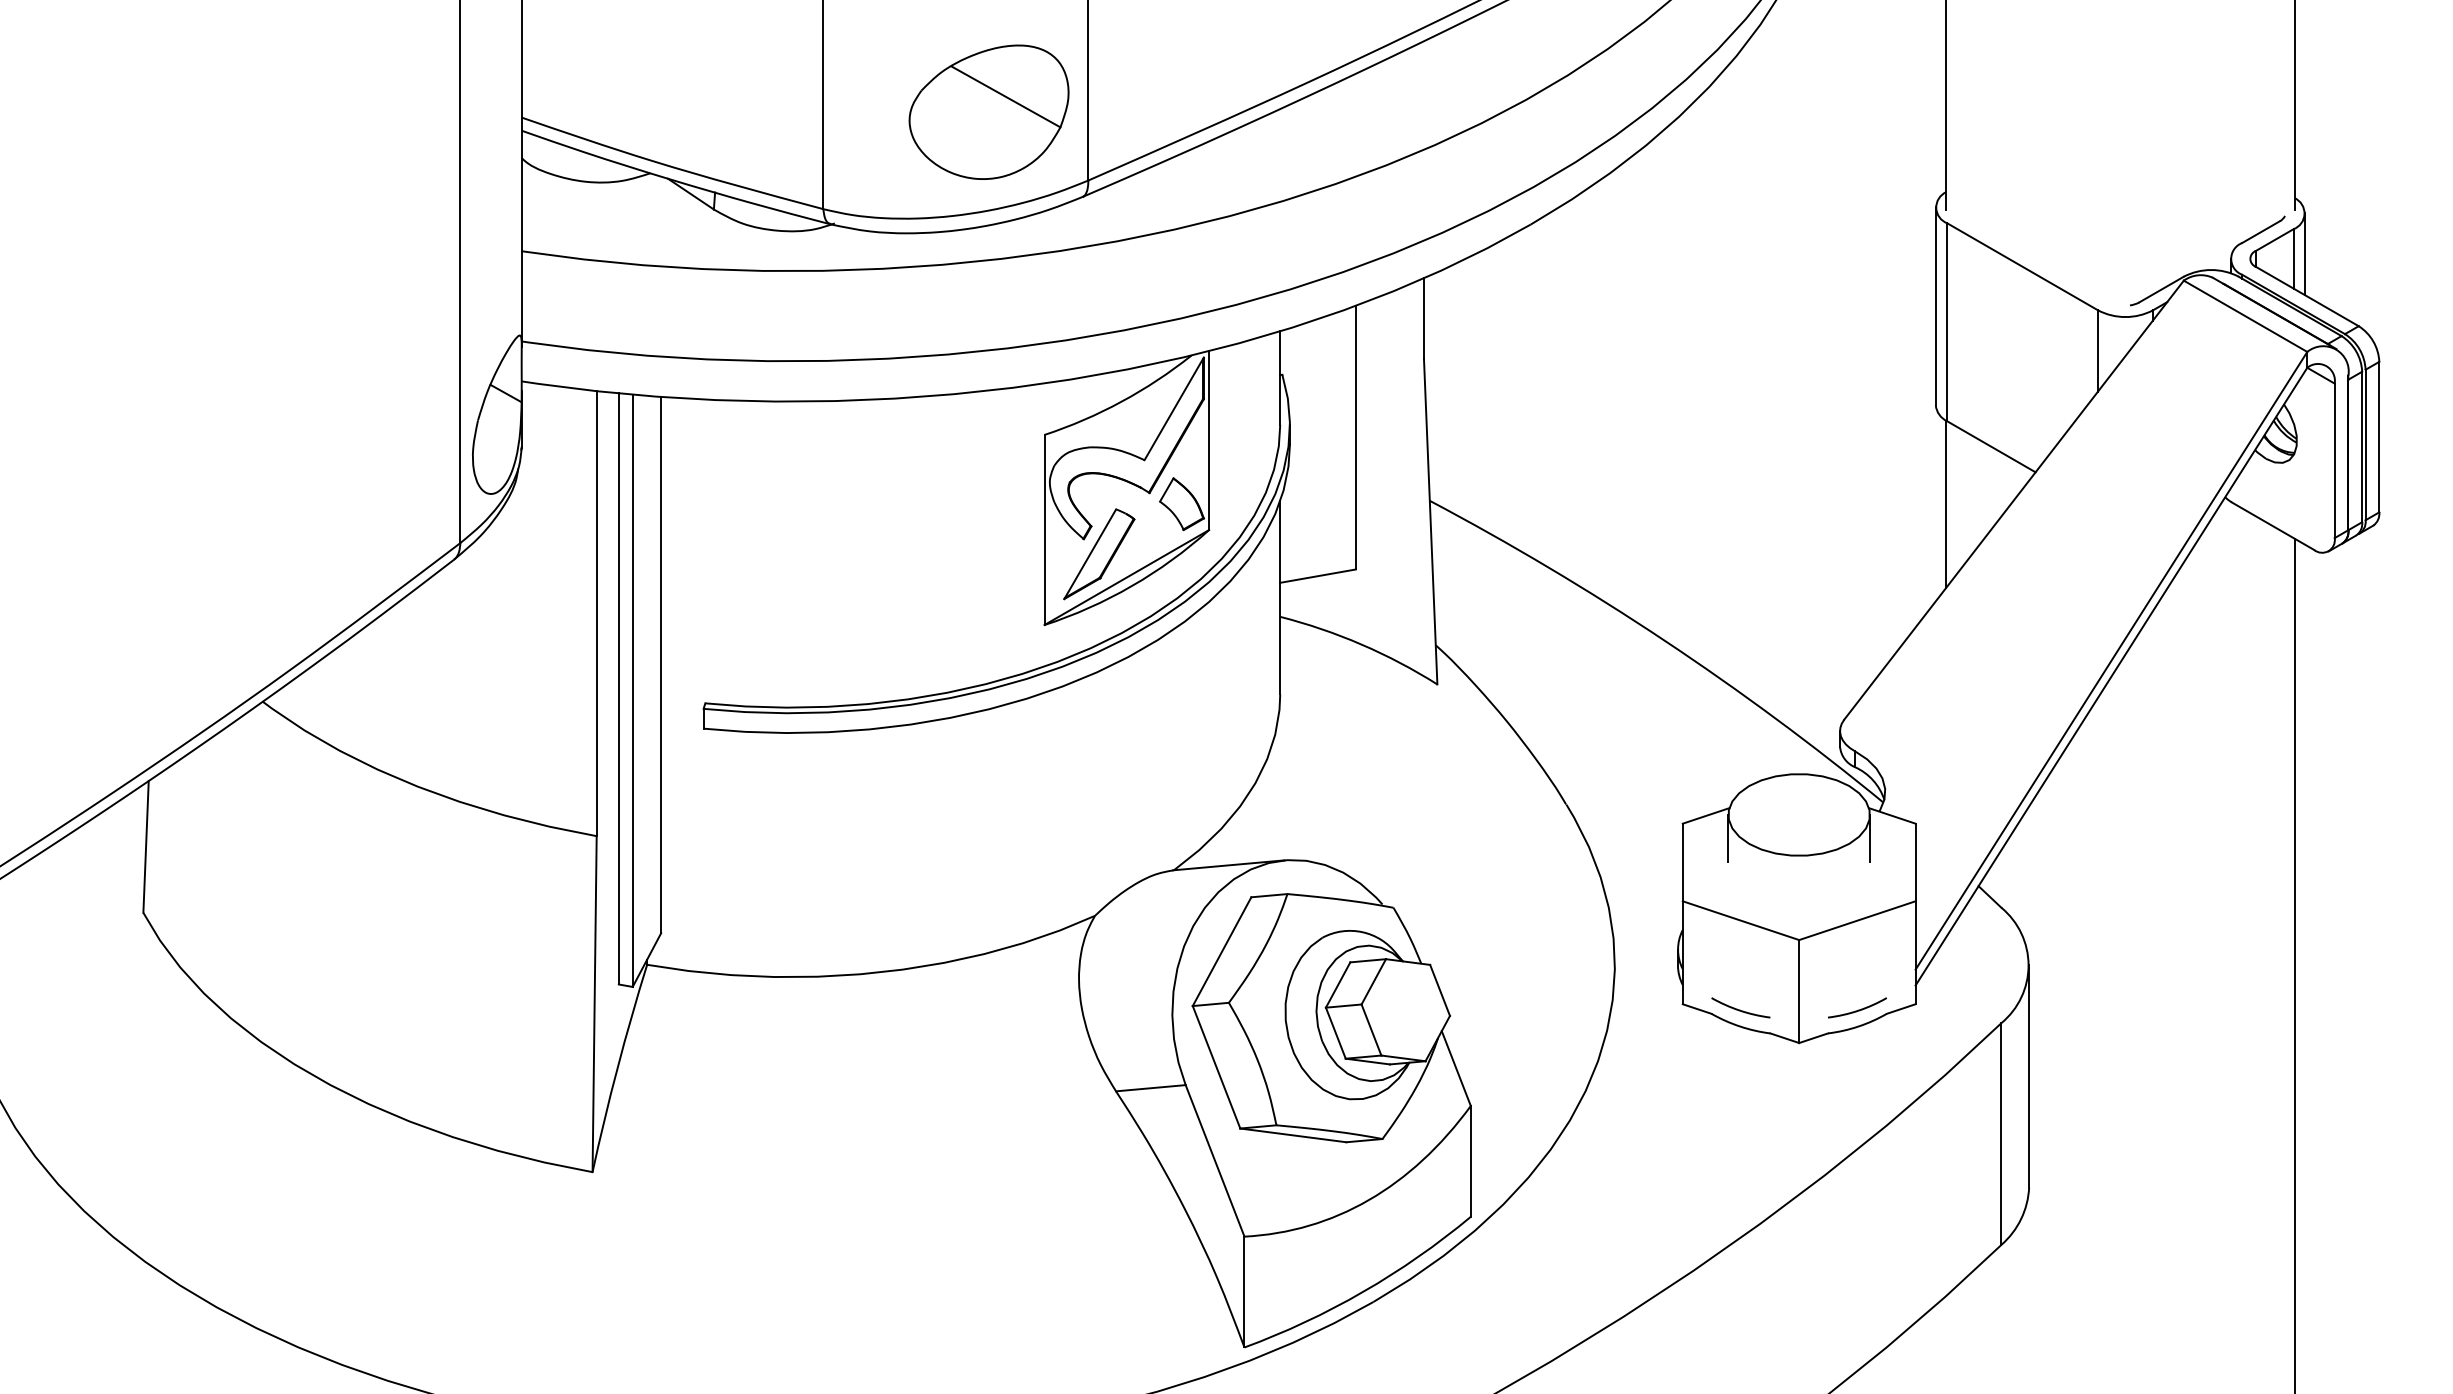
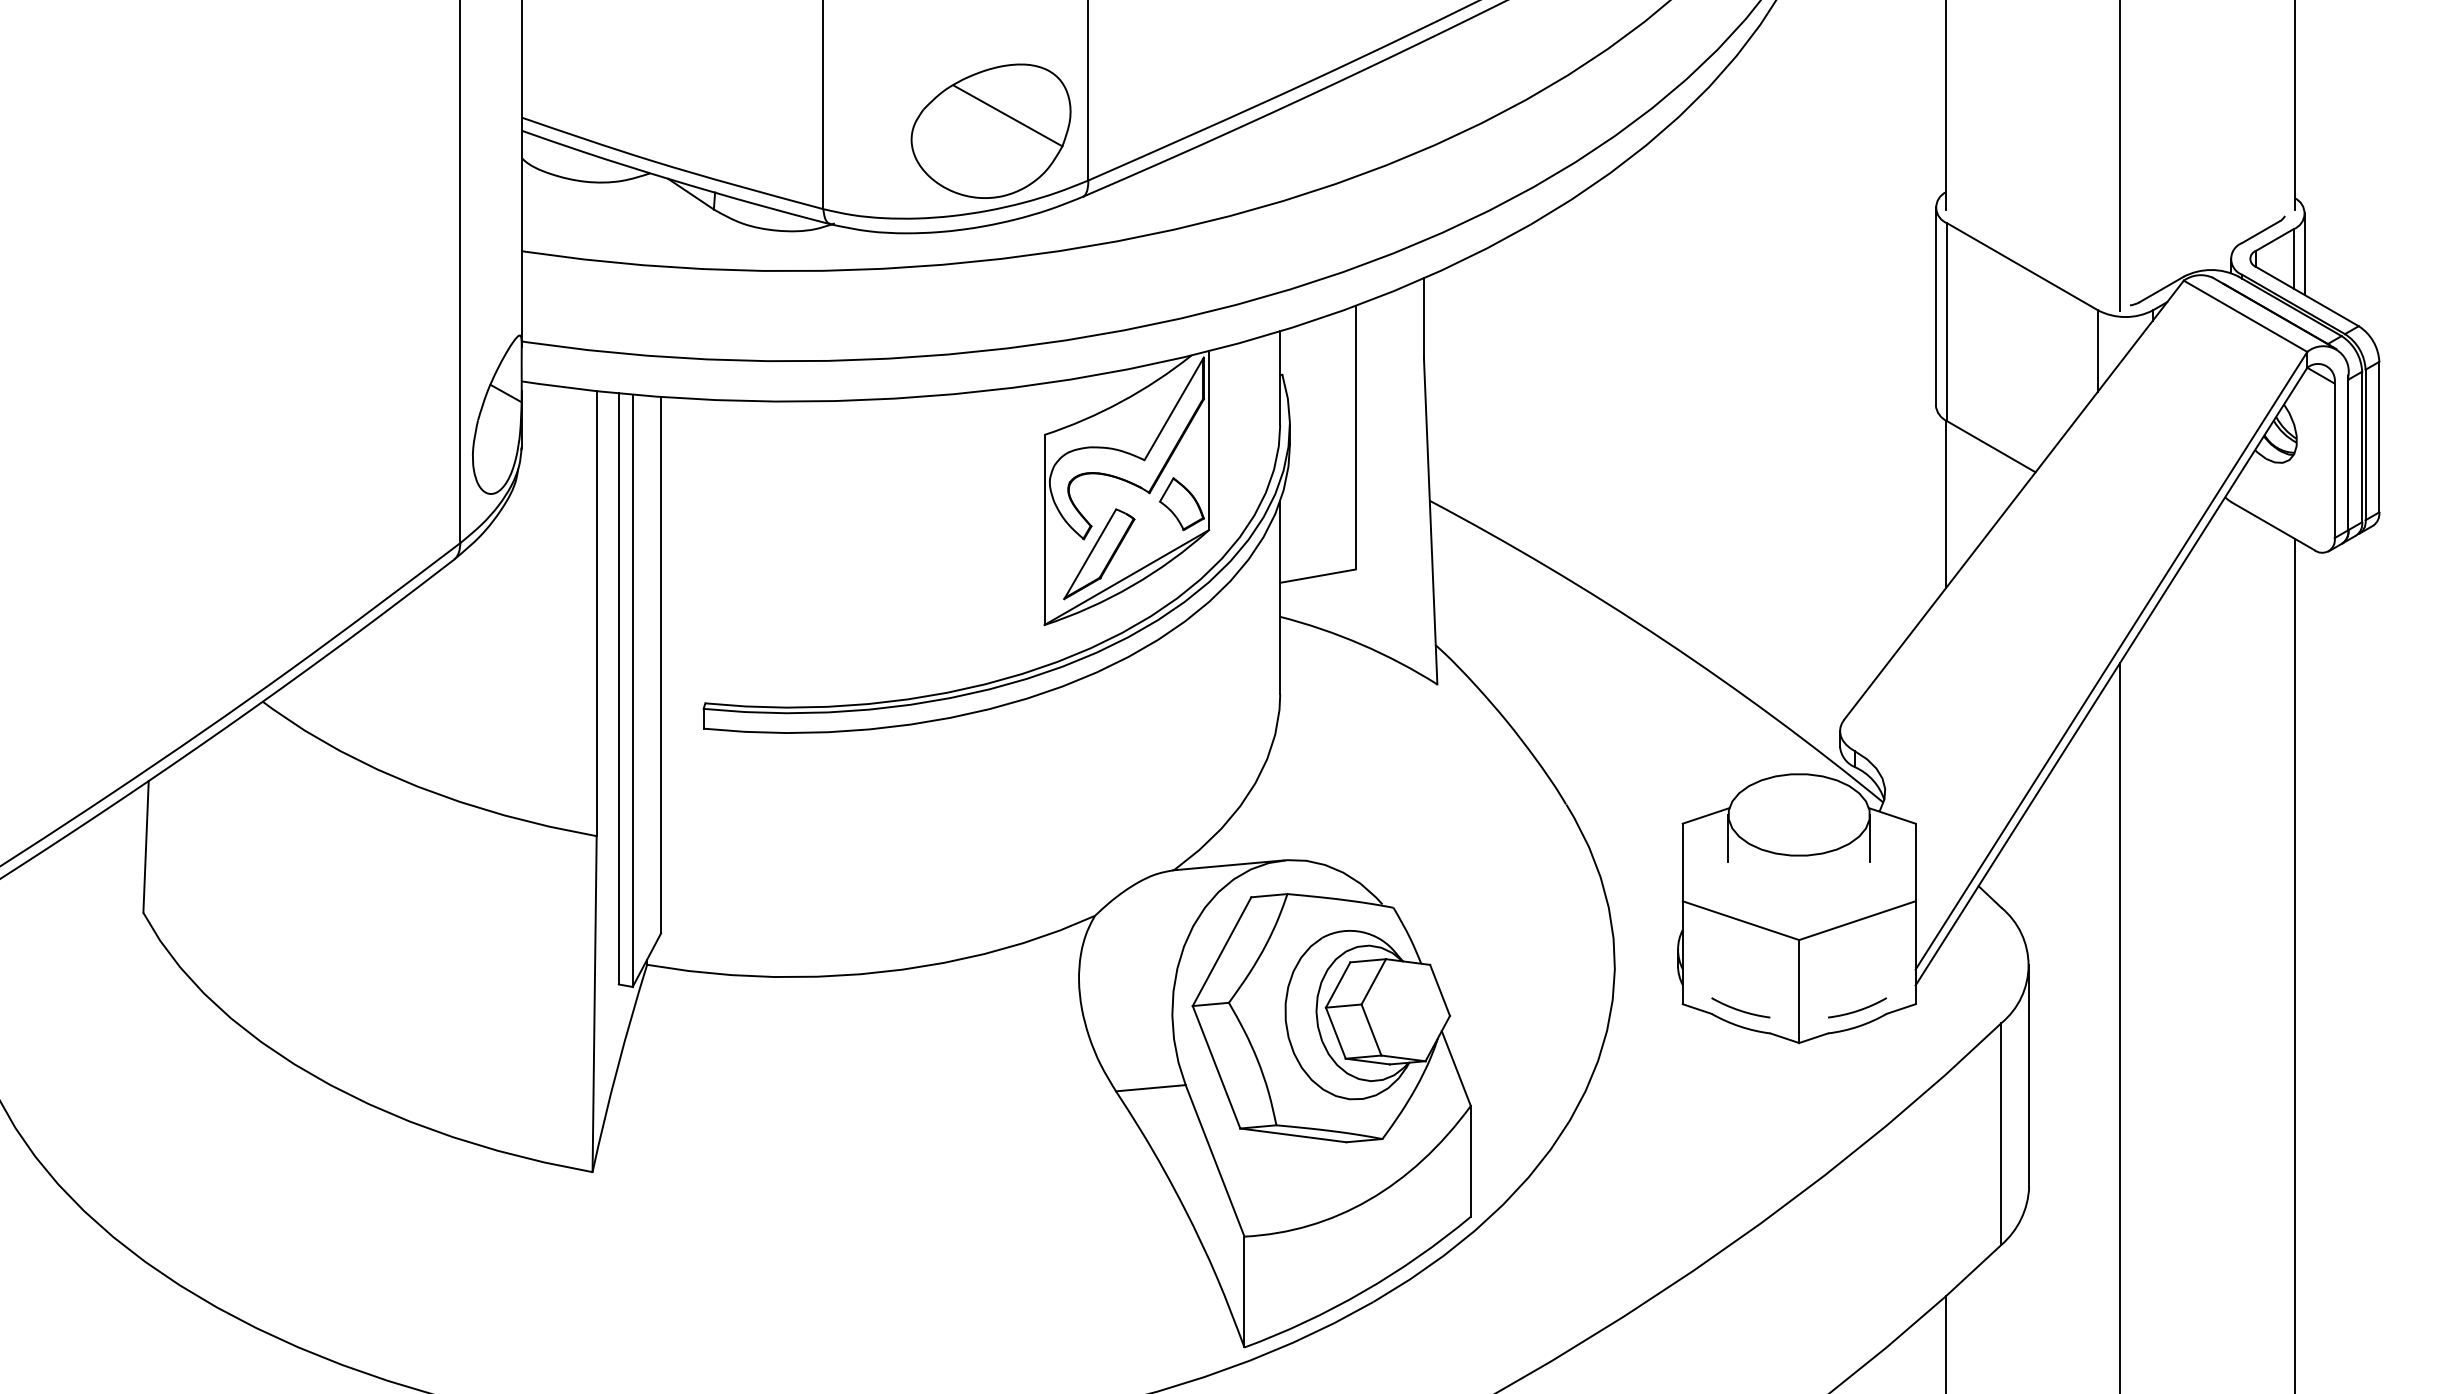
part at (988, 111) position: (988, 111) -> (990, 130)
line at (2120, 156): none -> present
line at (2120, 1026): none -> present
line at (1946, 1343): none -> present
